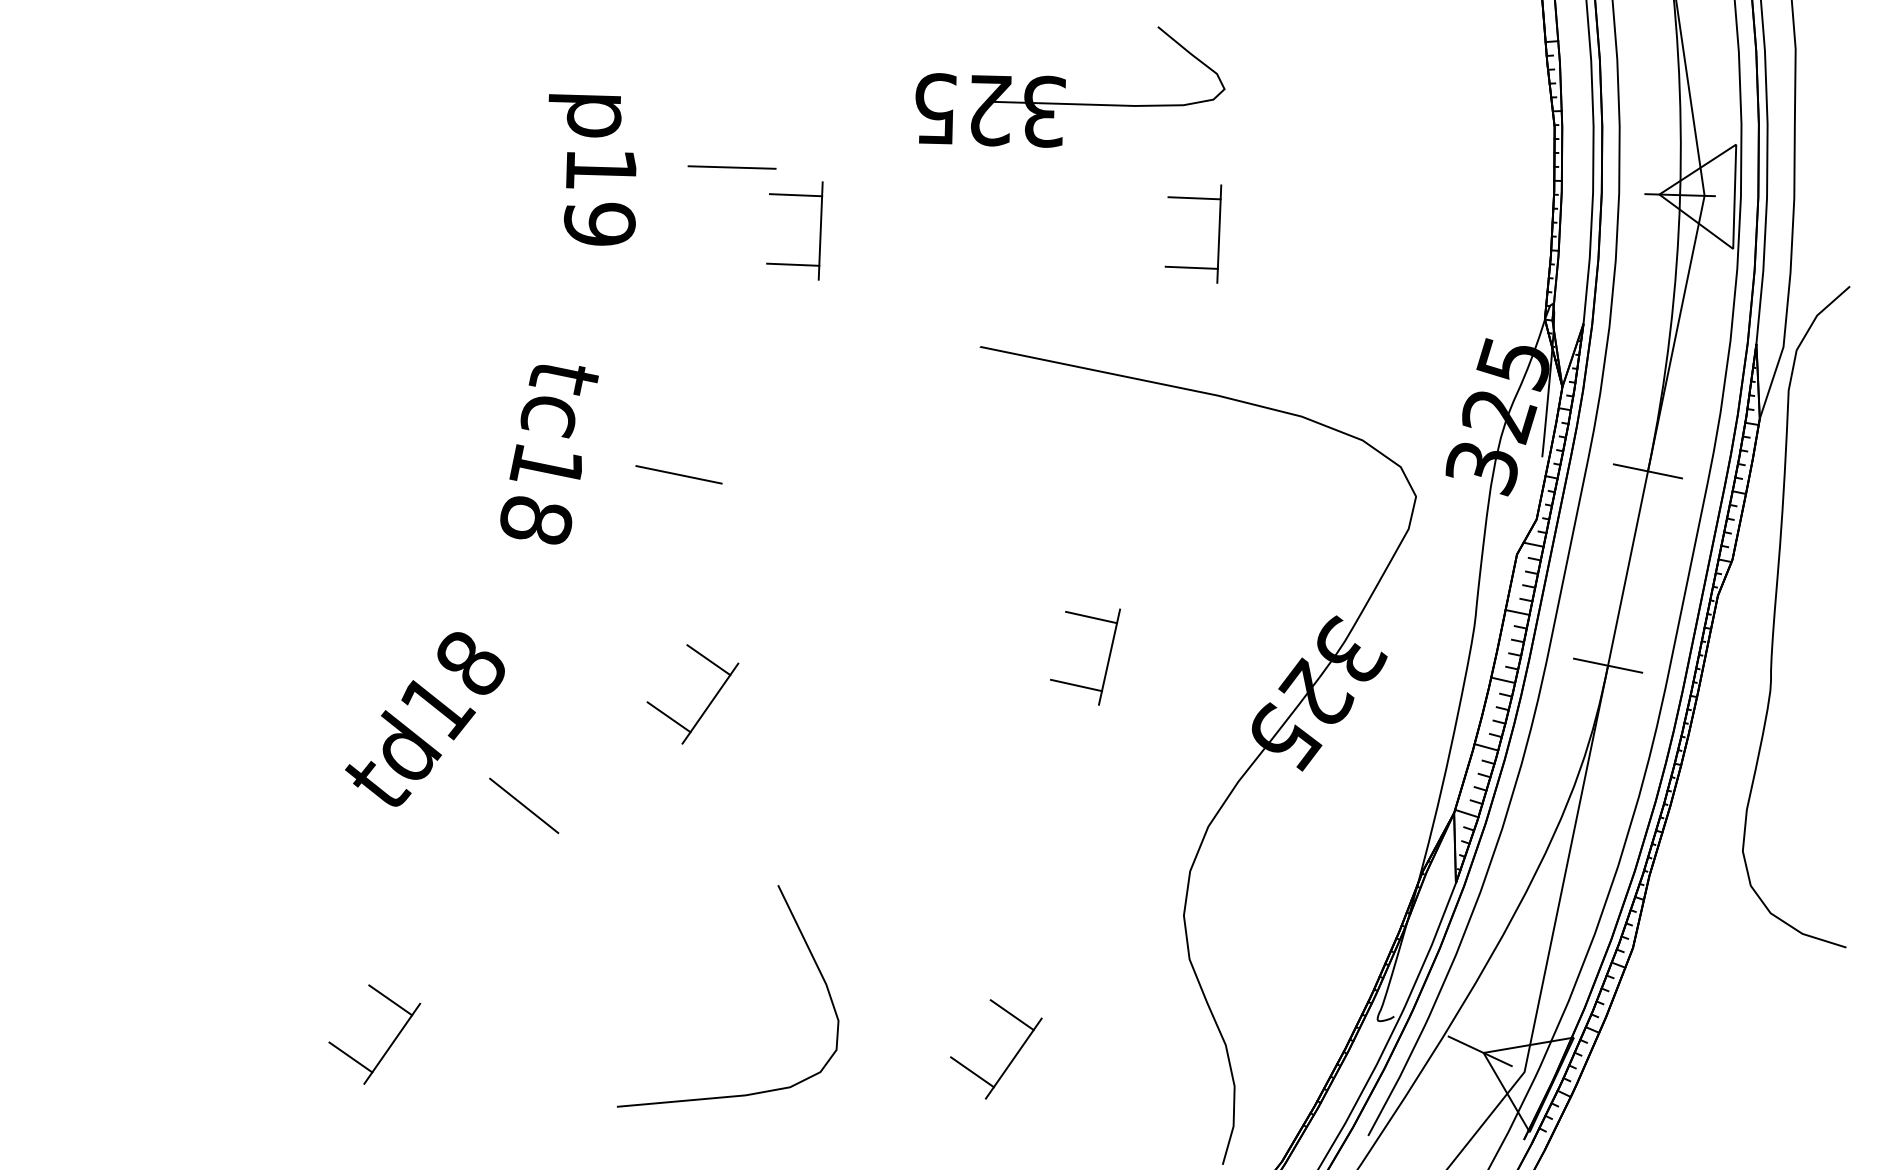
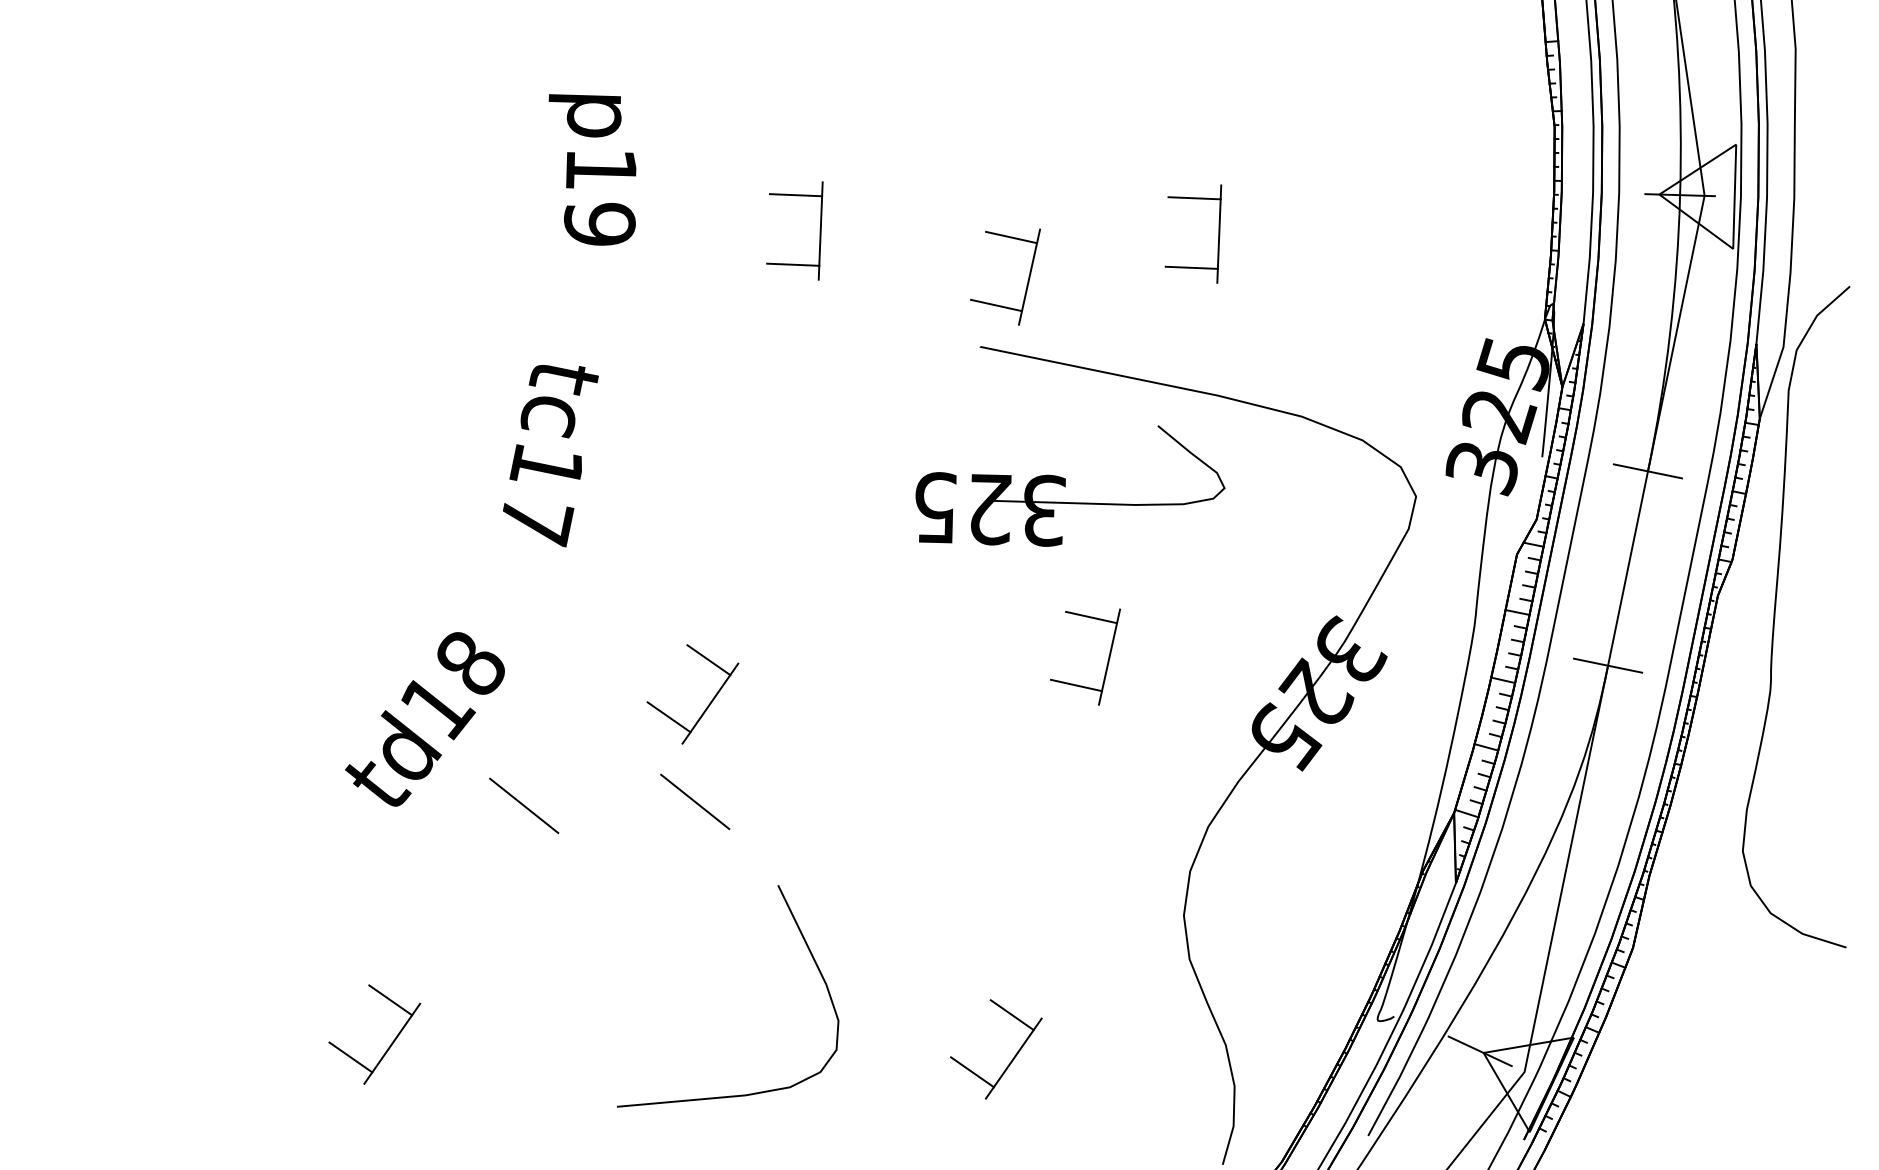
part at (1070, 86) position: (1070, 86) -> (1070, 485)
line at (731, 167): present -> none
part at (1027, 280): none -> present
line at (678, 474): present -> none
text at (537, 521): tc18 -> tc17
line at (695, 801): none -> present
